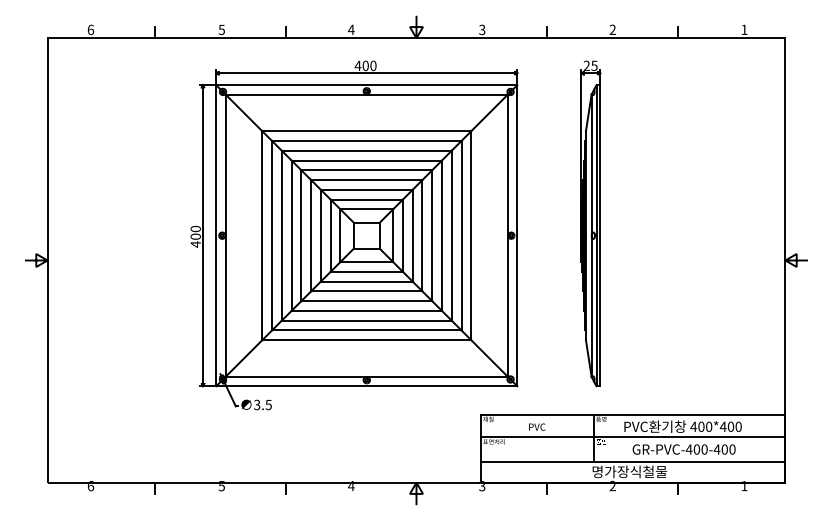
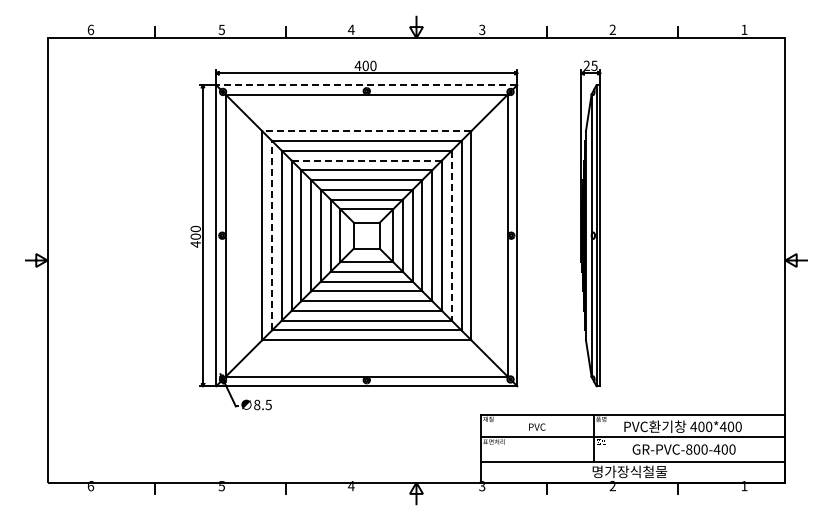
line at (366, 85): solid -> dashed
line at (366, 131): solid -> dashed
line at (367, 160): solid -> dashed
line at (272, 235): solid -> dashed
line at (451, 235): solid -> dashed
text at (257, 404): 3.5 -> 8.5
text at (688, 449): GR-PVC-400-400 -> GR-PVC-800-400
